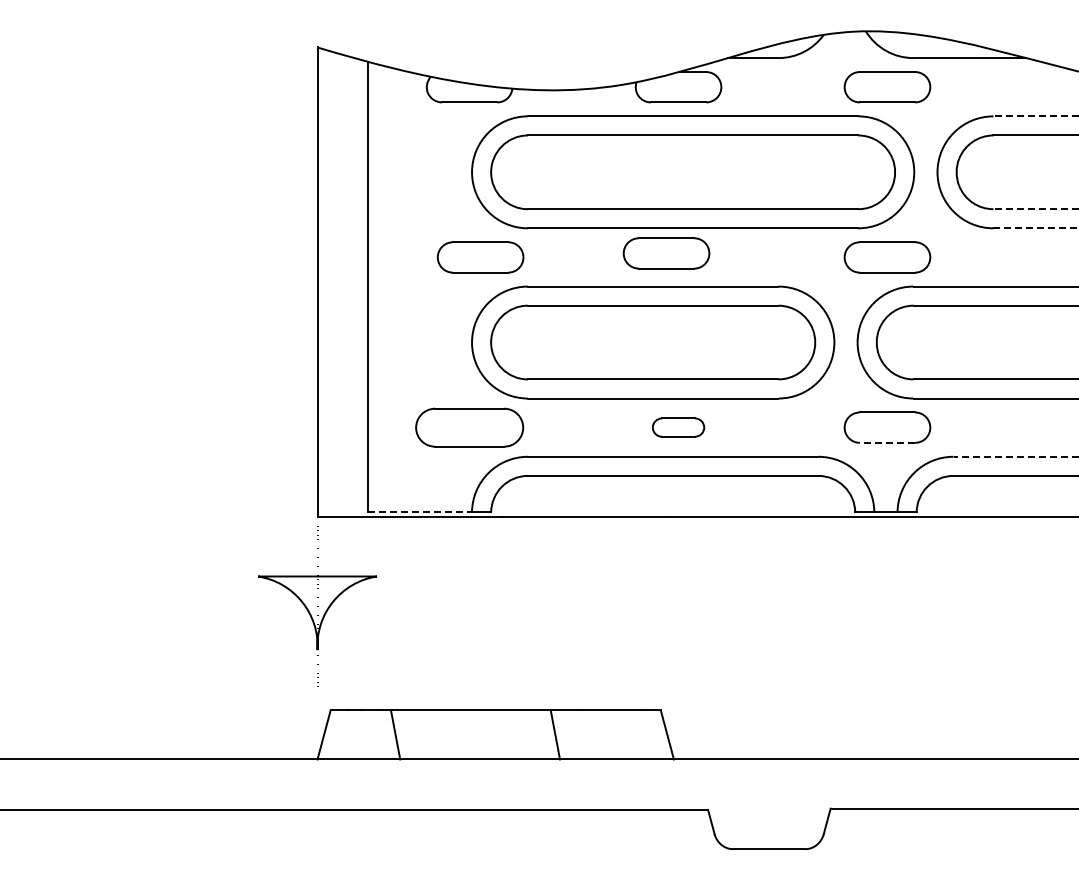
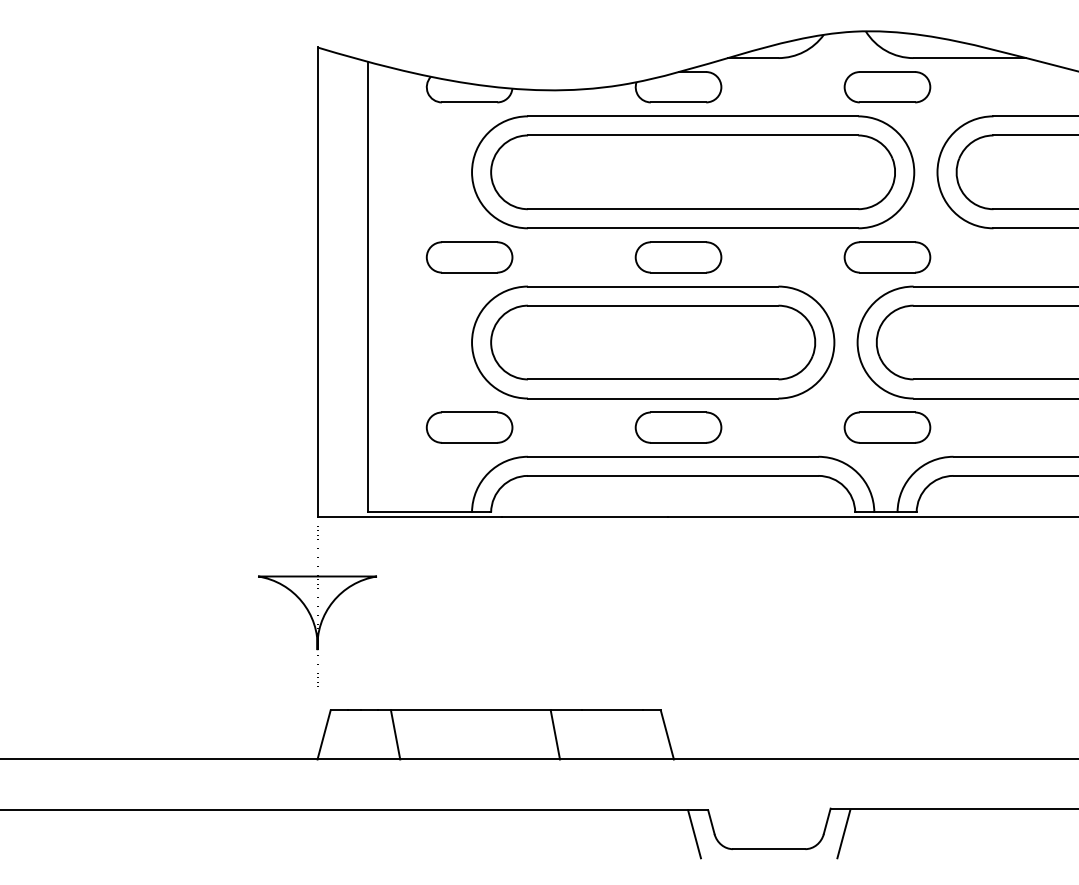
line at (1035, 116): dashed -> solid
line at (1035, 209): dashed -> solid
line at (1036, 228): dashed -> solid
part at (666, 253) position: (666, 253) -> (678, 257)
part at (480, 257) position: (480, 257) -> (469, 257)
part at (469, 427) size: 110x41 px -> 89x33 px
part at (678, 427) size: 54x21 px -> 89x33 px
line at (887, 442): dashed -> solid
line at (1015, 456): dashed -> solid
line at (420, 512): dashed -> solid
line at (694, 834): none -> present
line at (843, 834): none -> present
